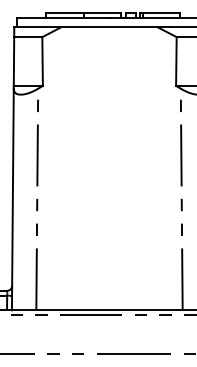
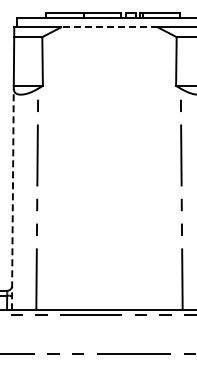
line at (108, 27): solid -> dashed
line at (12, 199): solid -> dashed
